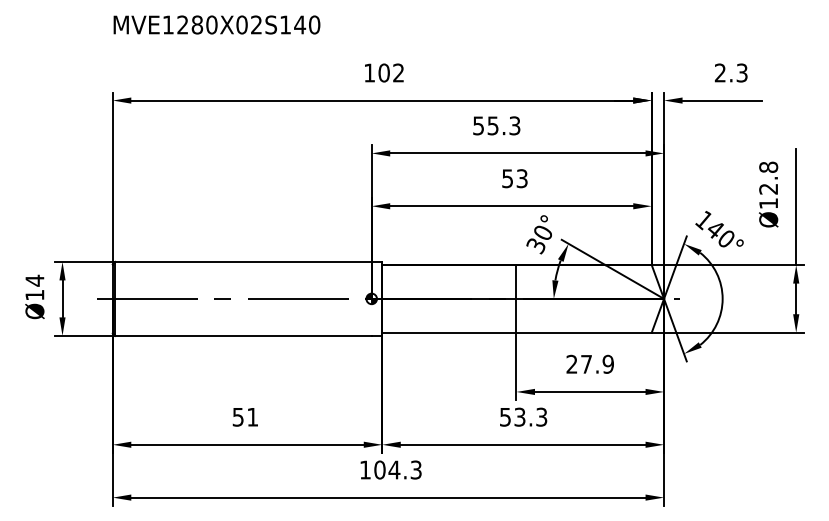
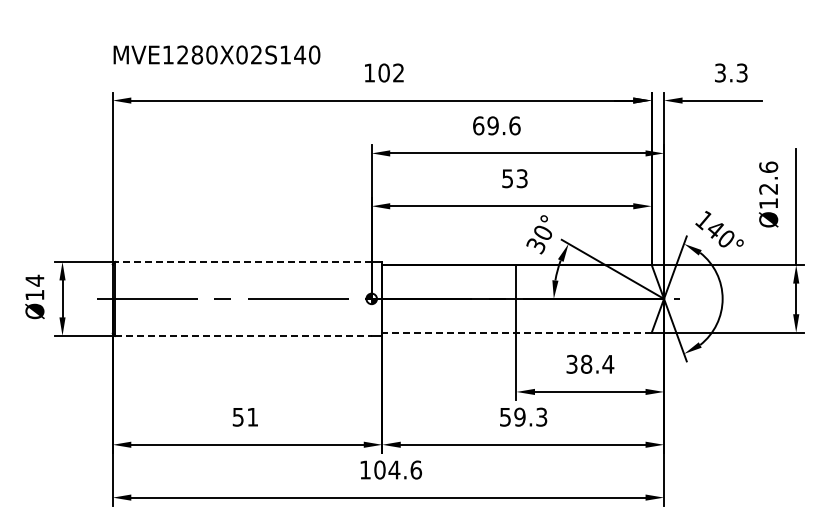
text at (216, 24) position: (216, 24) -> (216, 54)
text at (720, 72): 2.3 -> 3.3
text at (496, 125): 55.3 -> 69.6
text at (768, 166): Ø12.8 -> Ø12.6
line at (243, 261): solid -> dashed
line at (517, 332): solid -> dashed
line at (244, 335): solid -> dashed
text at (590, 363): 27.9 -> 38.4
text at (519, 416): 53.3 -> 59.3
text at (416, 469): 104.3 -> 104.6
